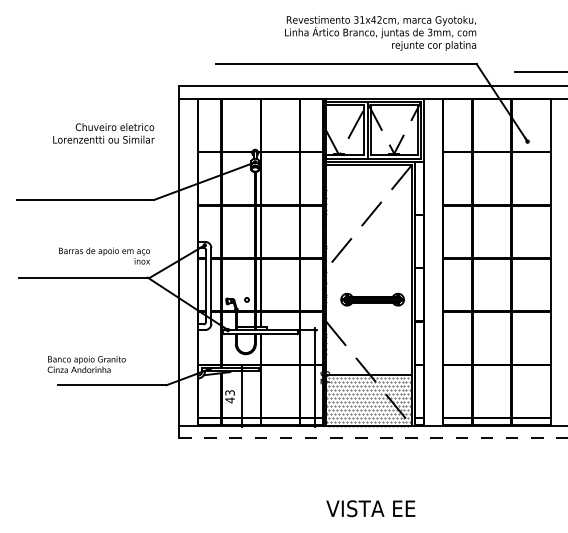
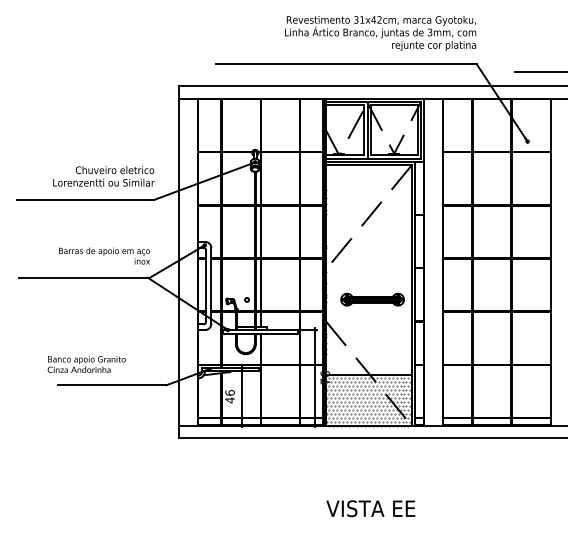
text at (103, 133) position: (103, 133) -> (103, 176)
text at (229, 392): 43 -> 46
line at (373, 438): dashed -> solid
